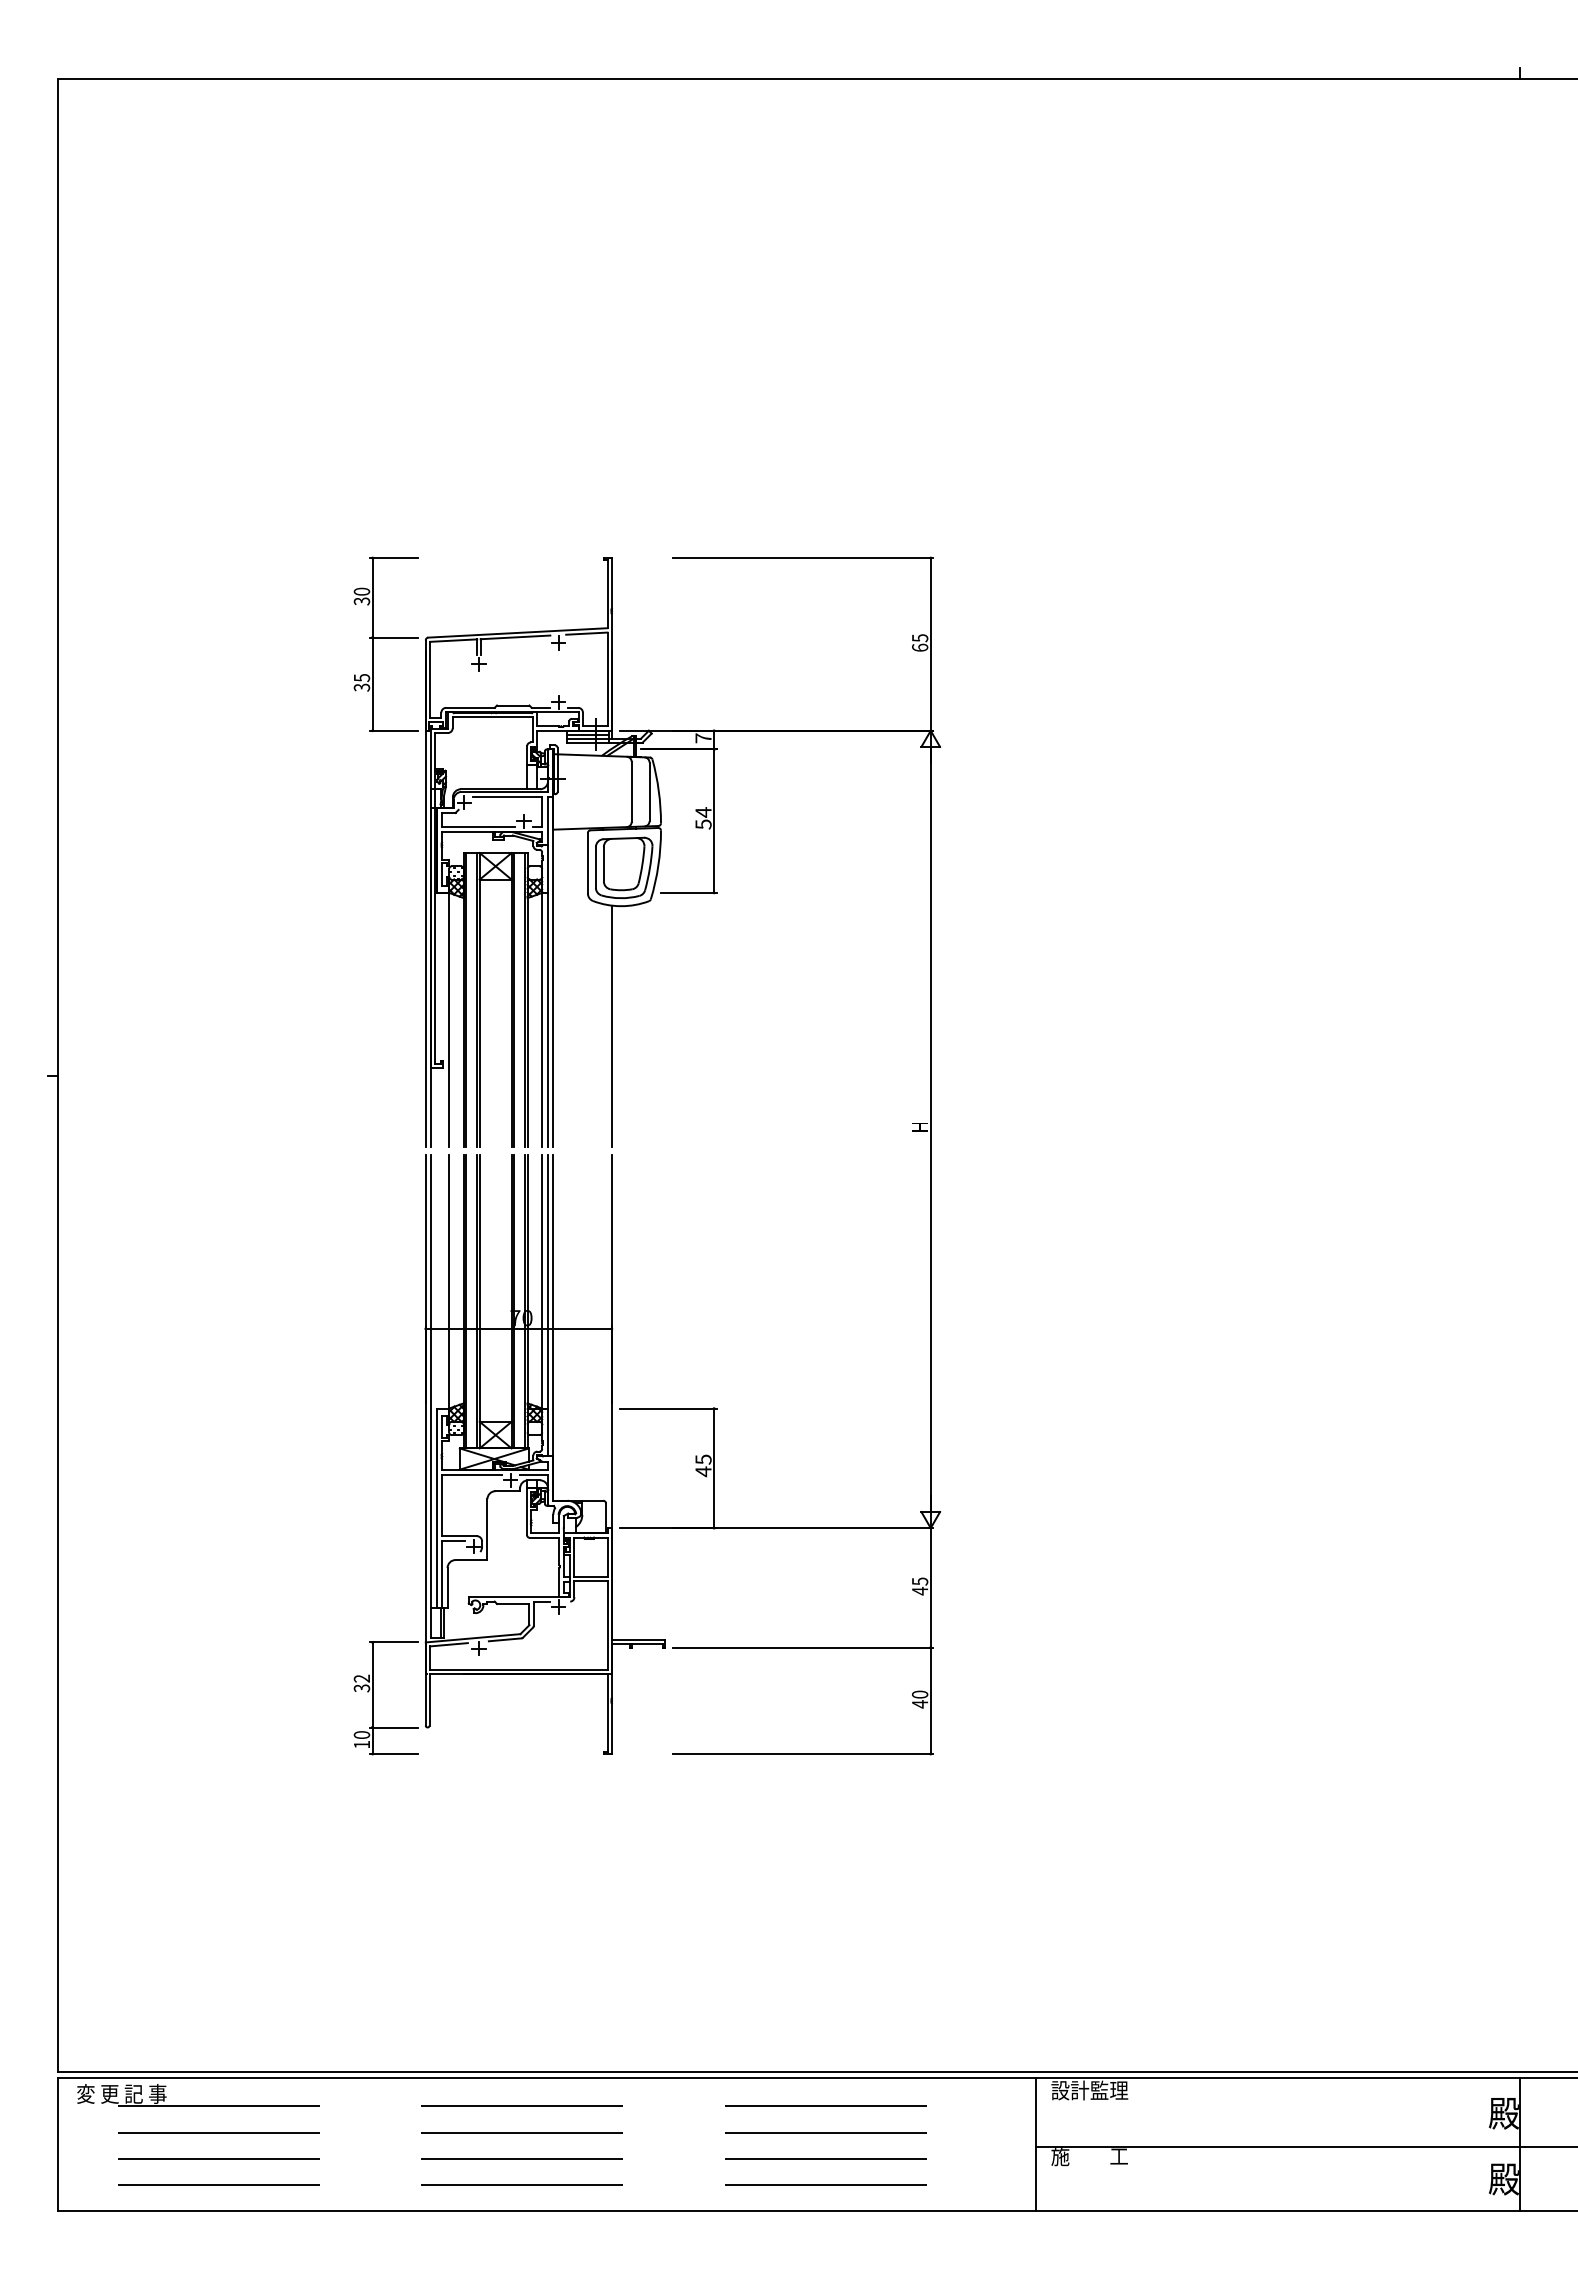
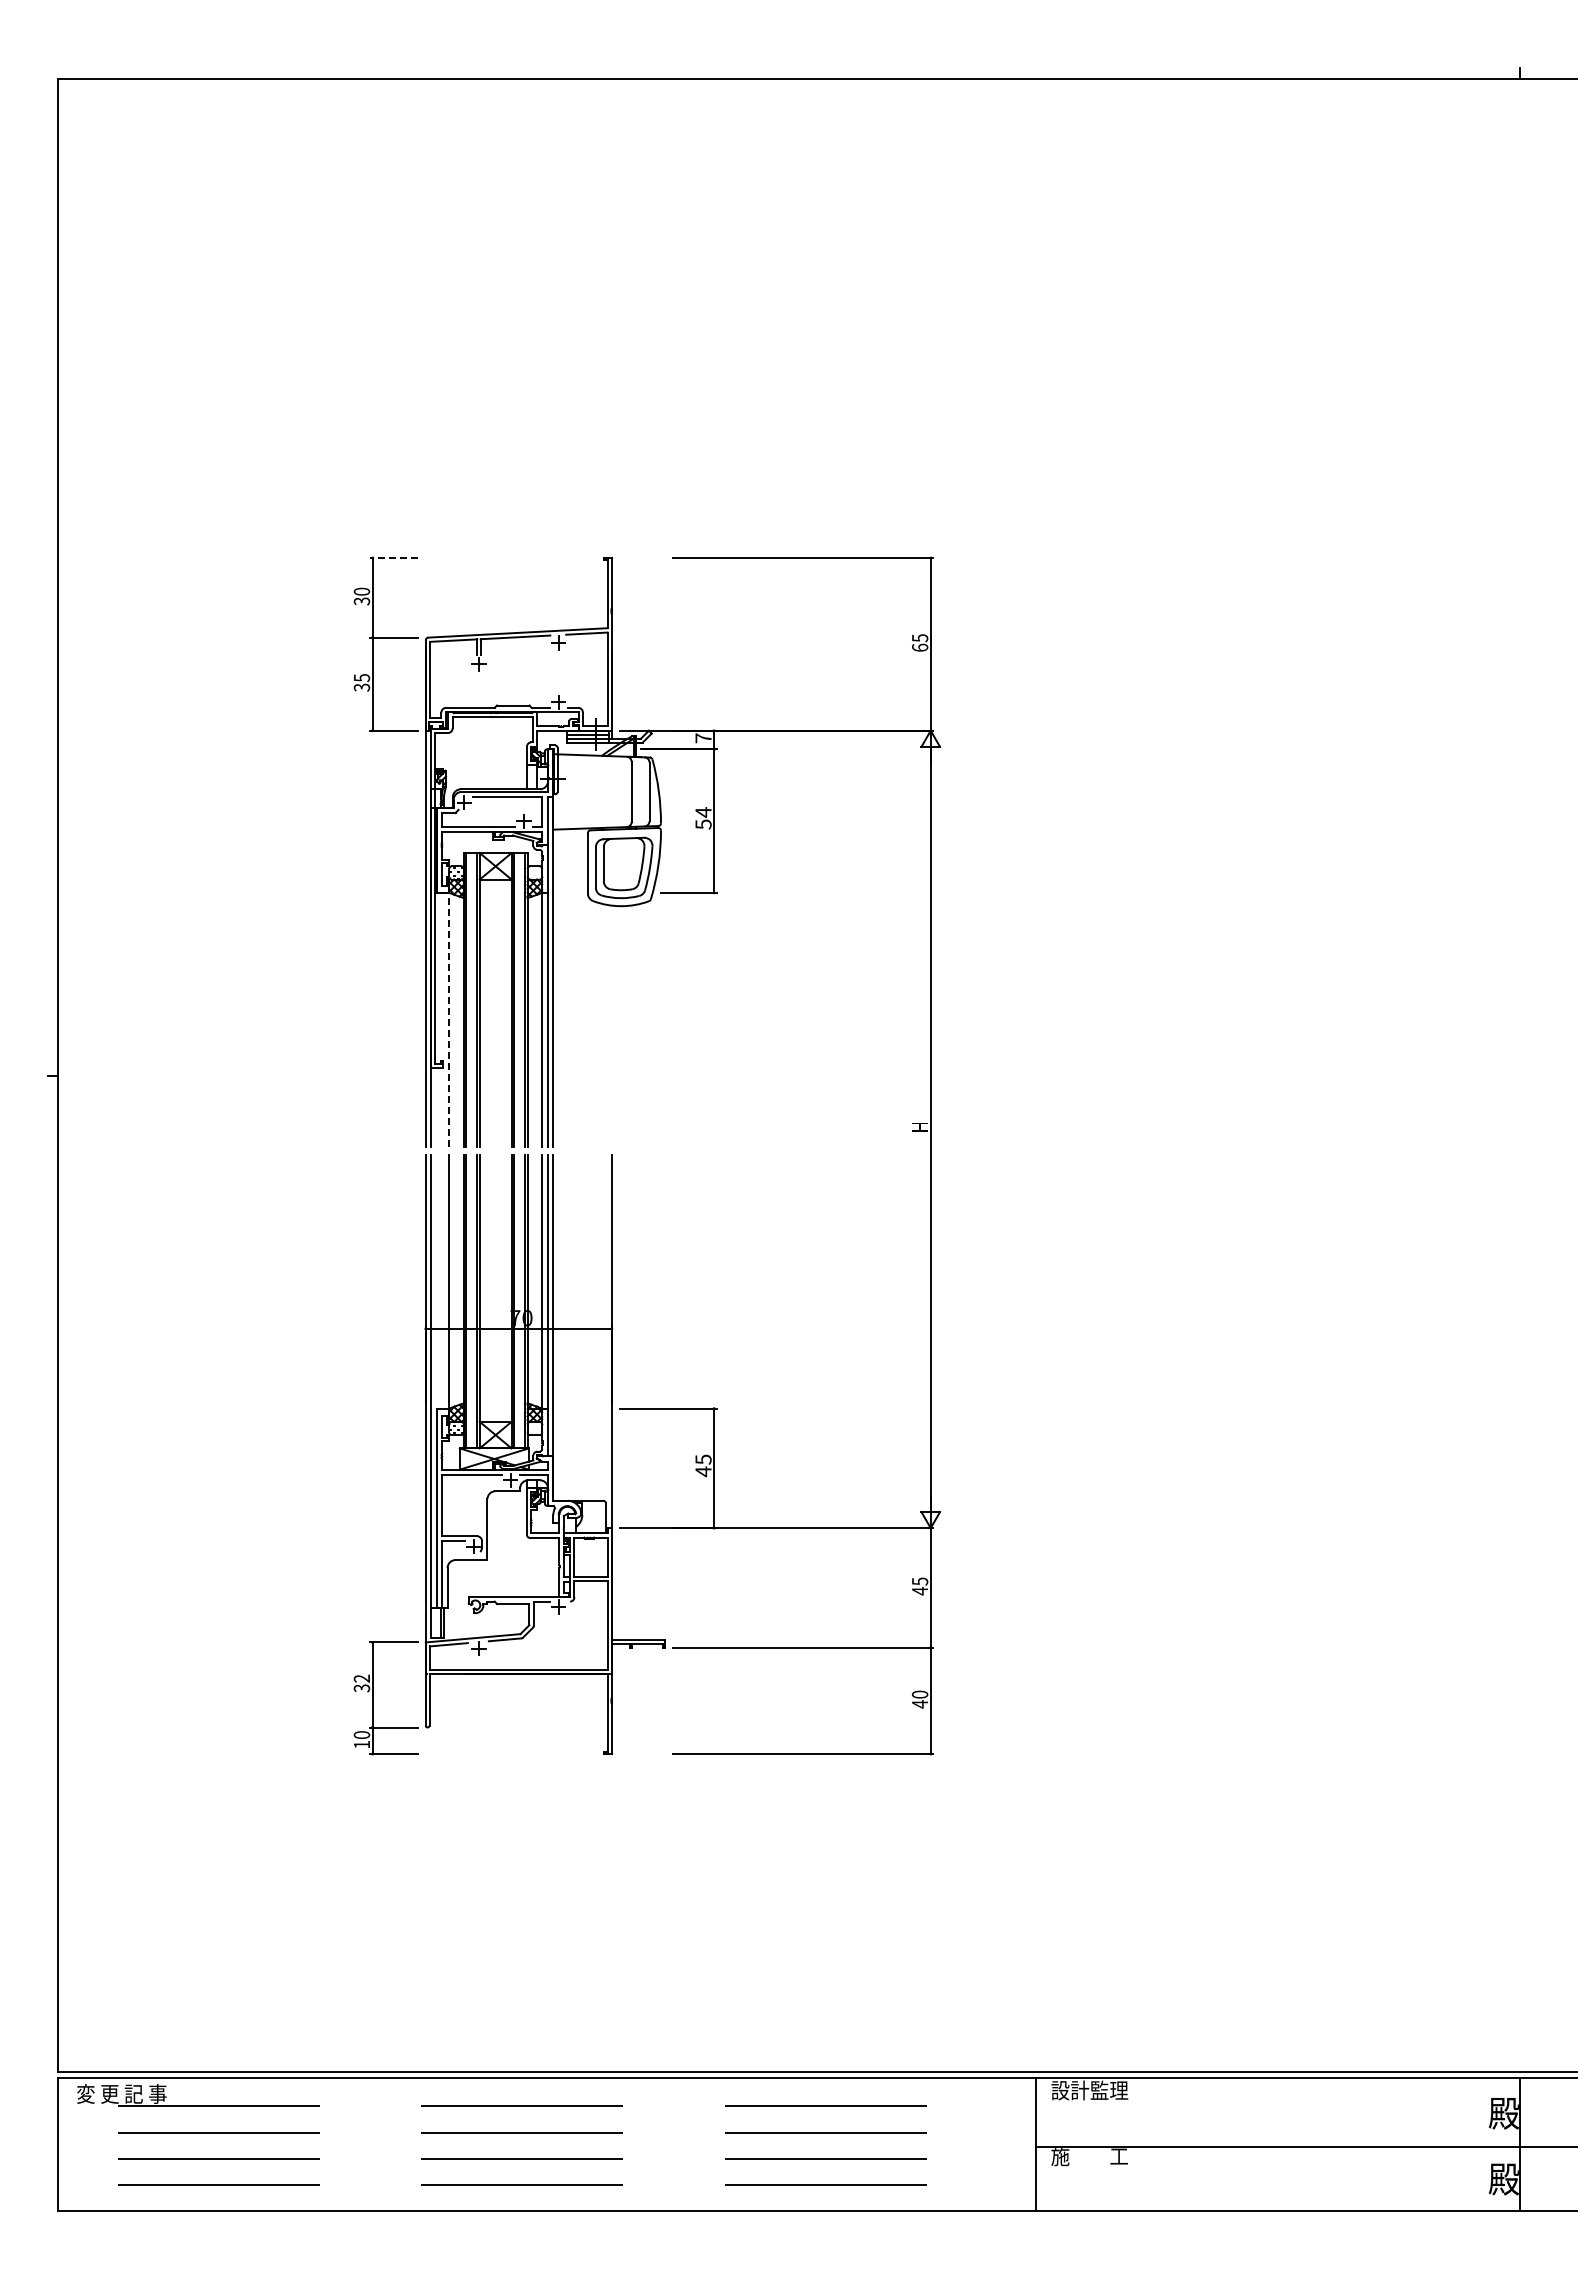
line at (393, 558): solid -> dashed
line at (449, 1019): solid -> dashed
line at (611, 1025): present -> none
